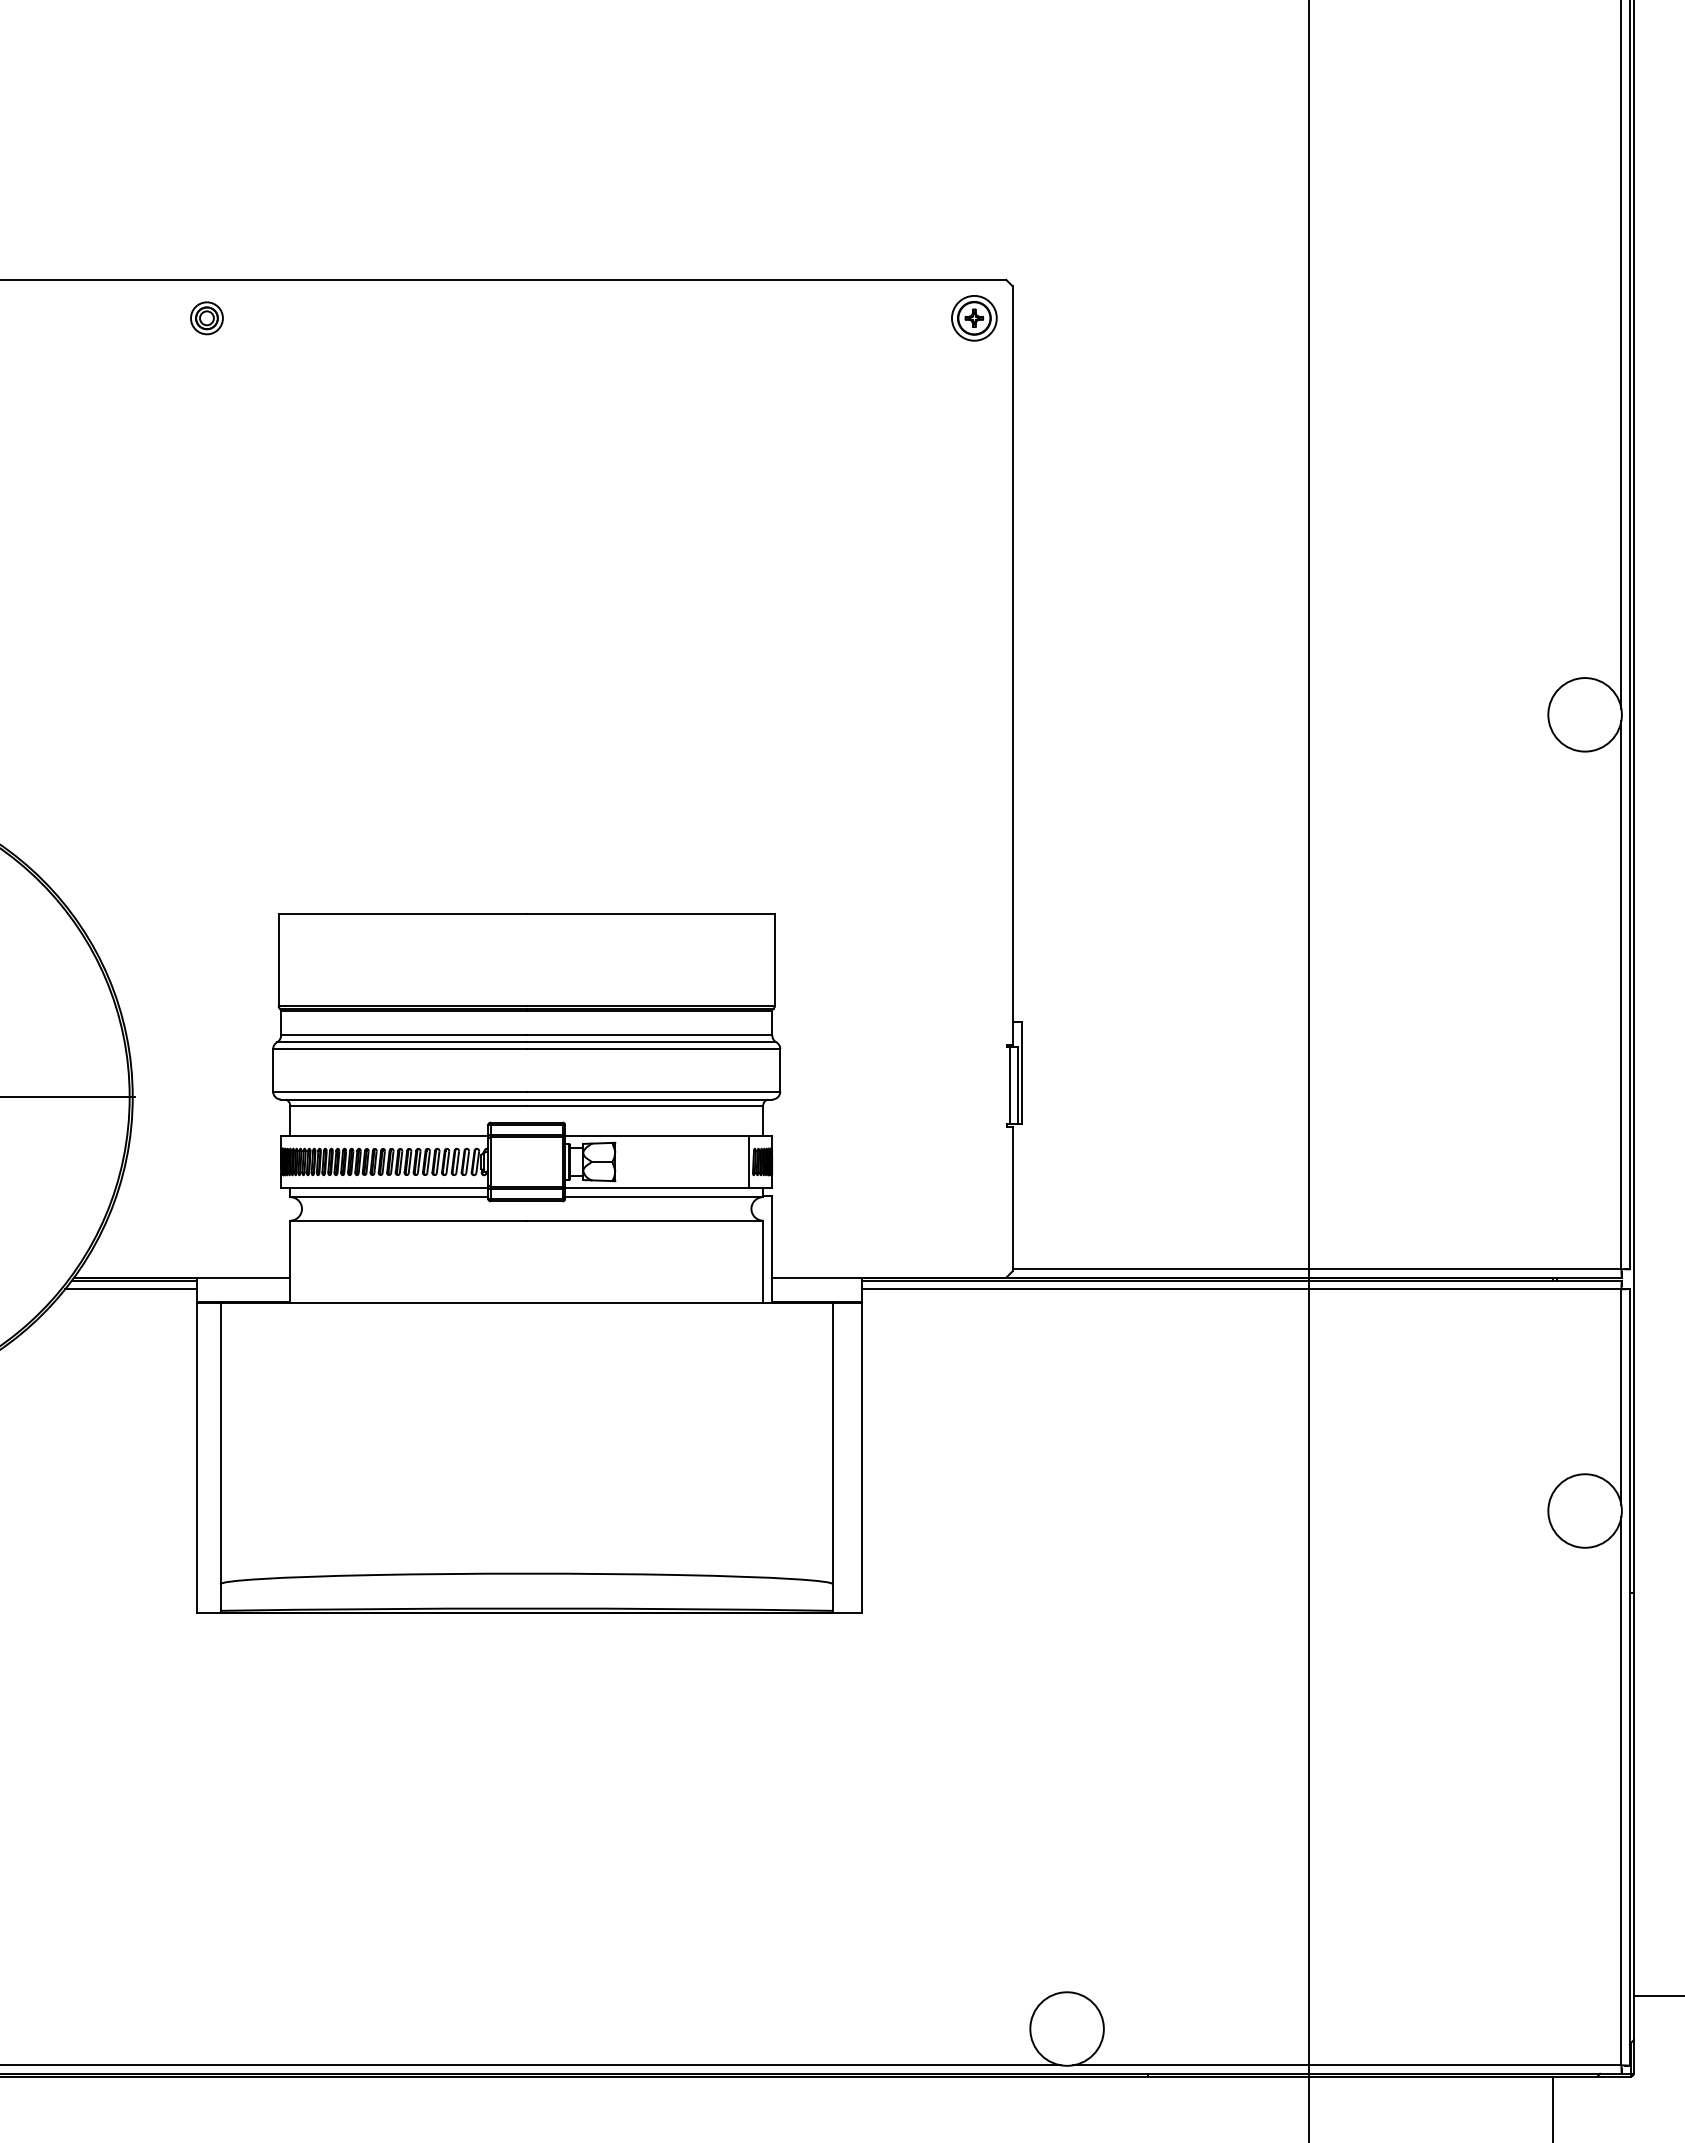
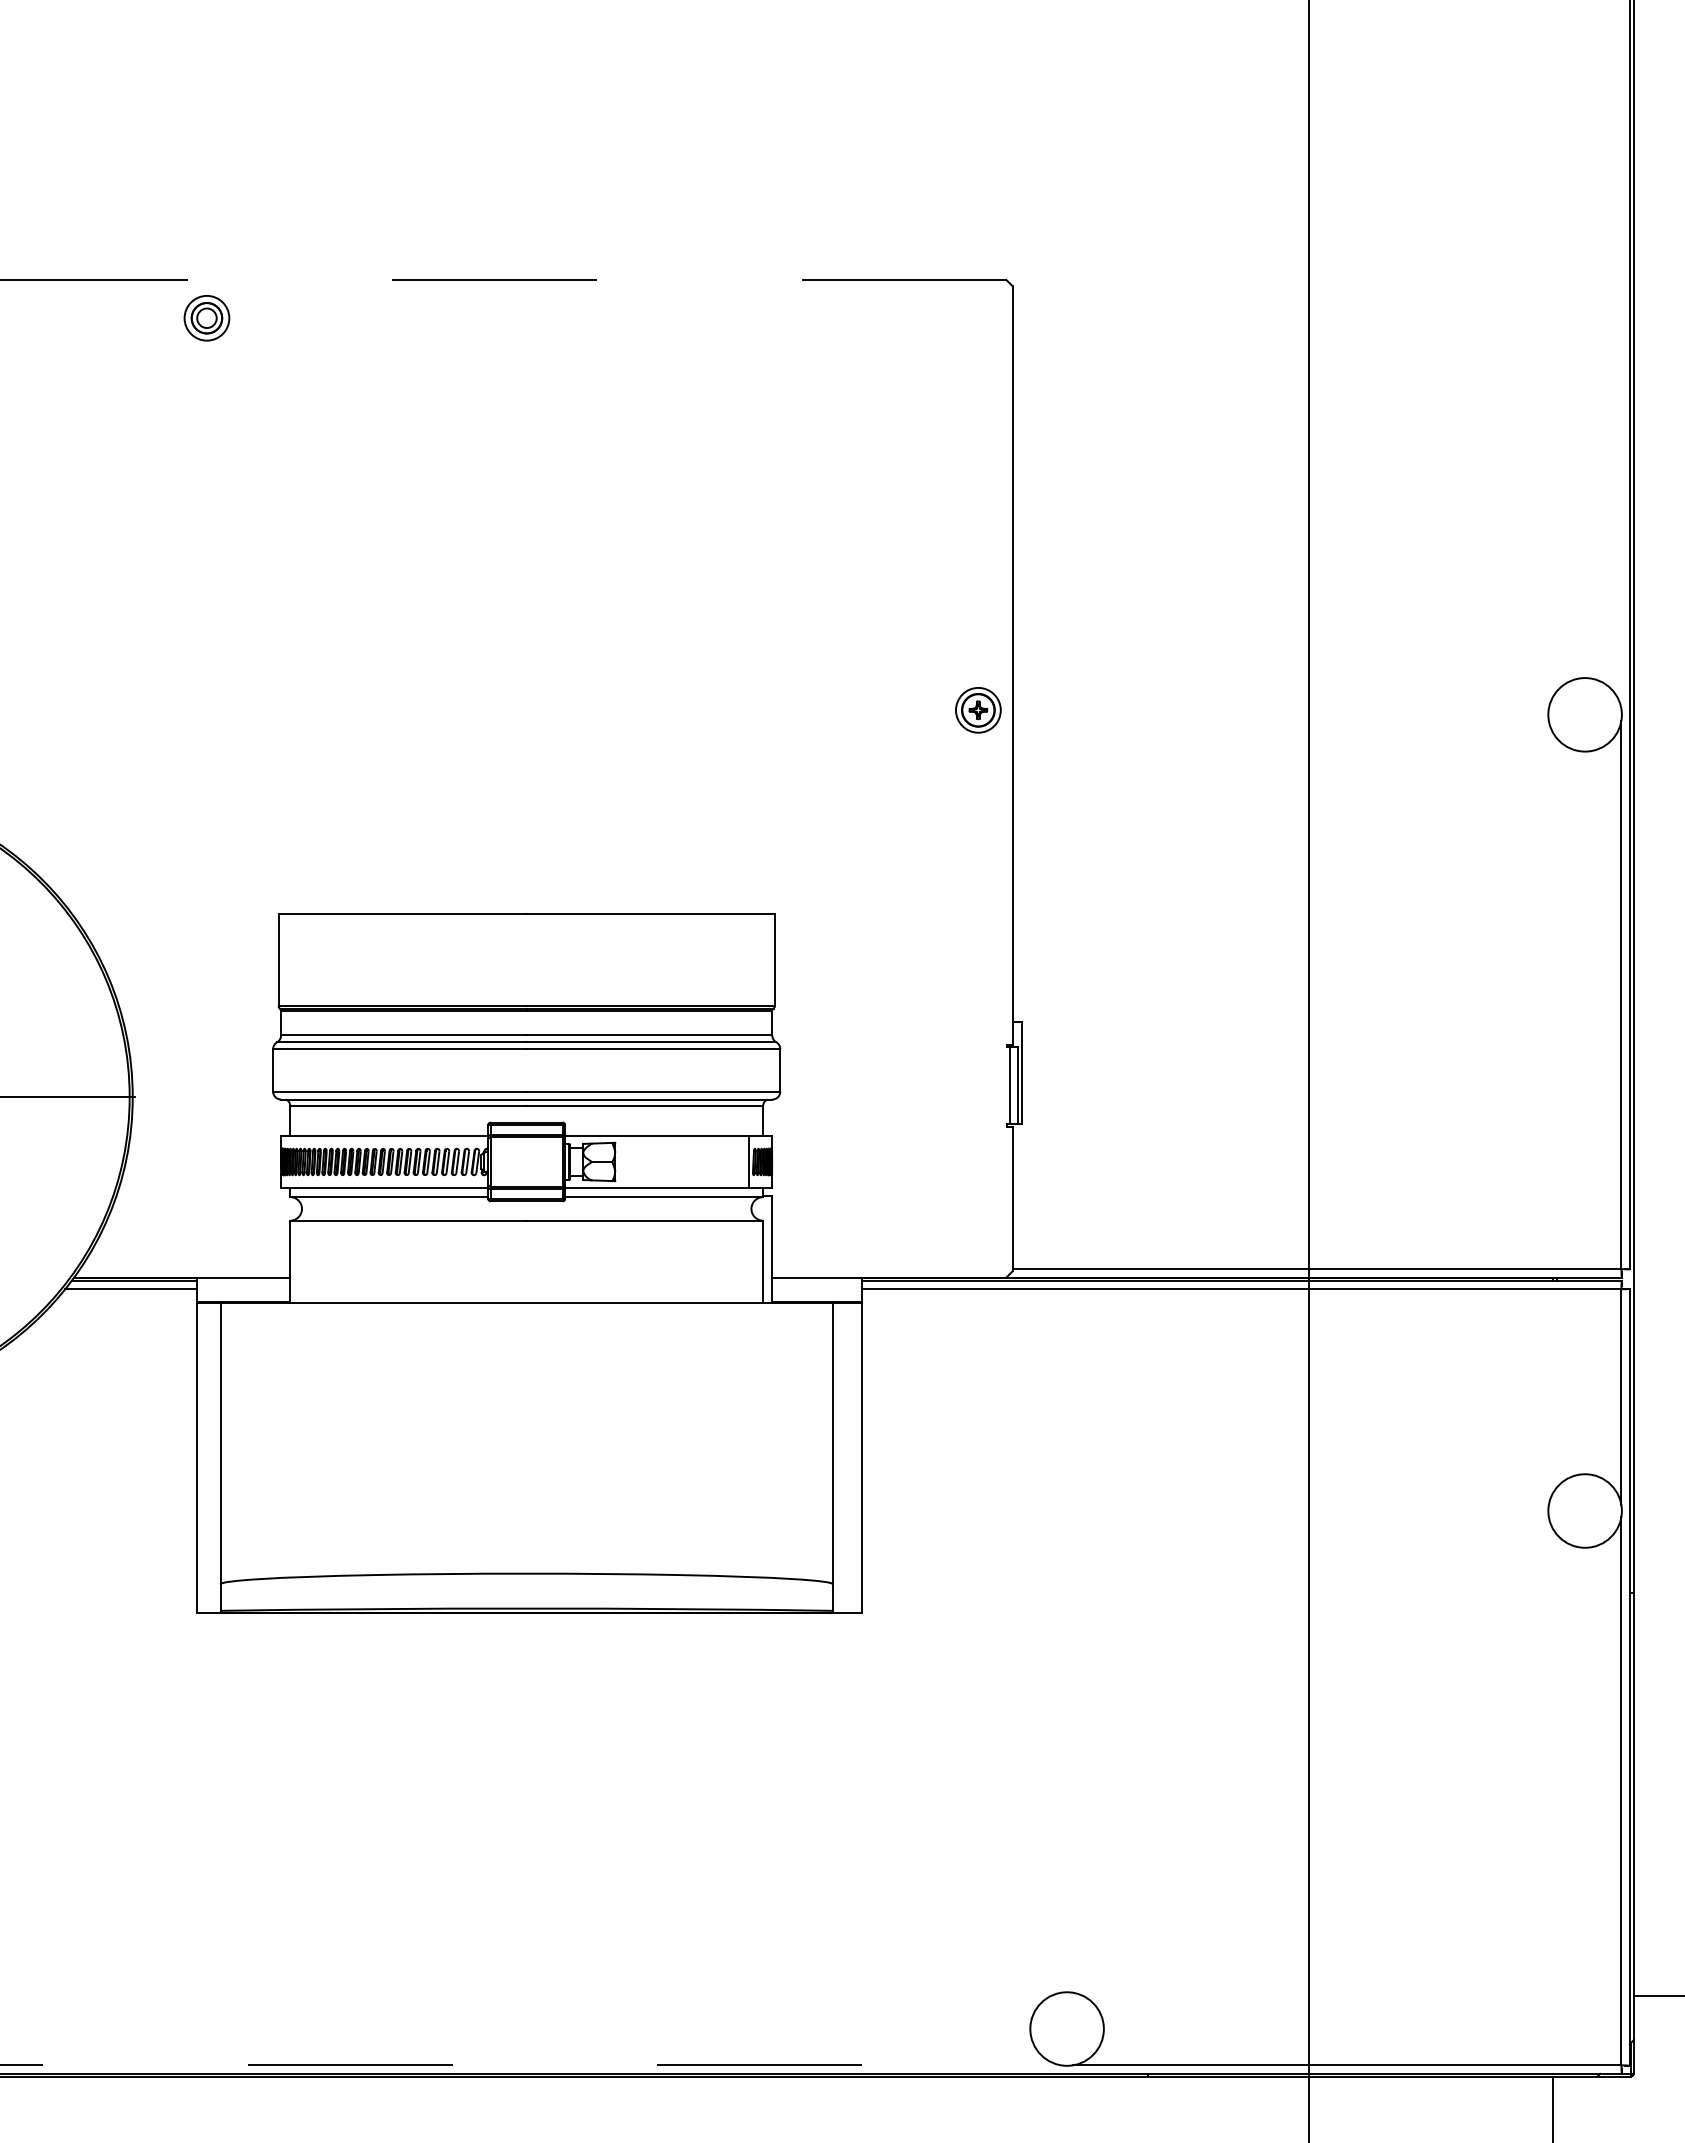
line at (502, 279): solid -> dashed
part at (206, 318) size: 34x35 px -> 48x47 px
part at (974, 318) position: (974, 318) -> (978, 710)
line at (1621, 355): present -> none
line at (531, 2065): solid -> dashed
